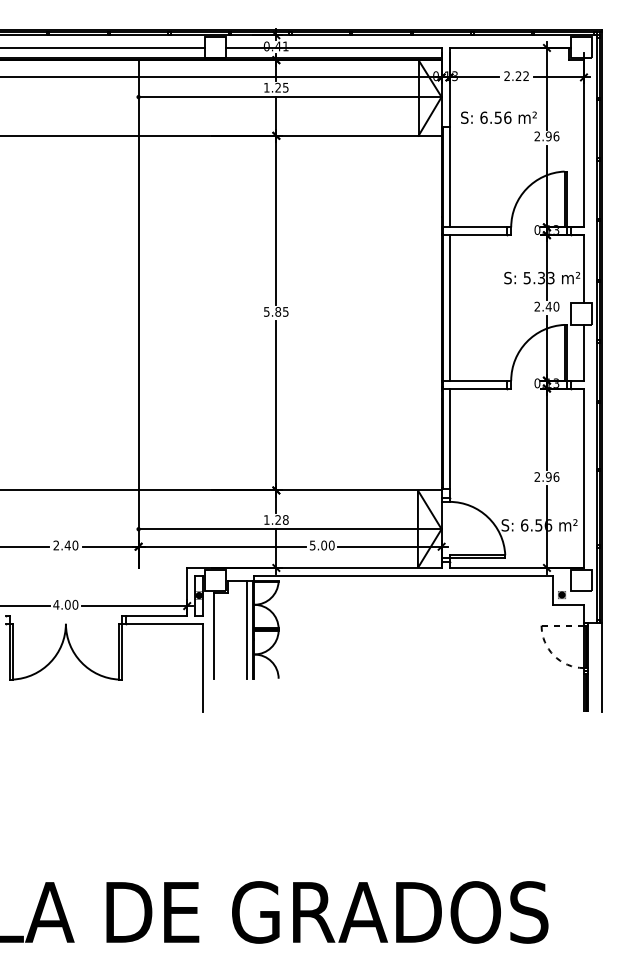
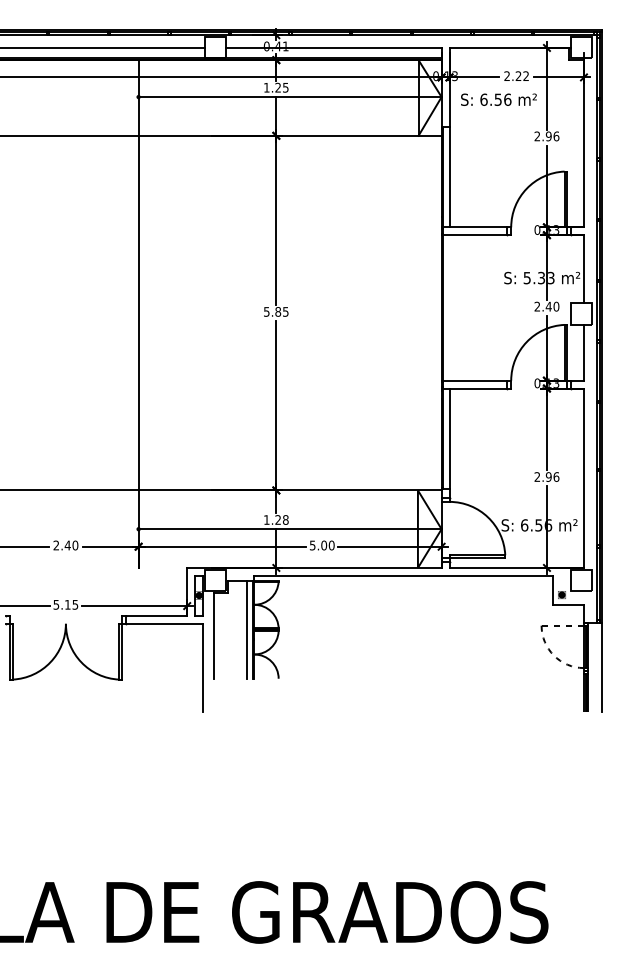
text at (498, 117) position: (498, 117) -> (498, 99)
line at (449, 307): present -> none
text at (65, 604): 4.00 -> 5.15
